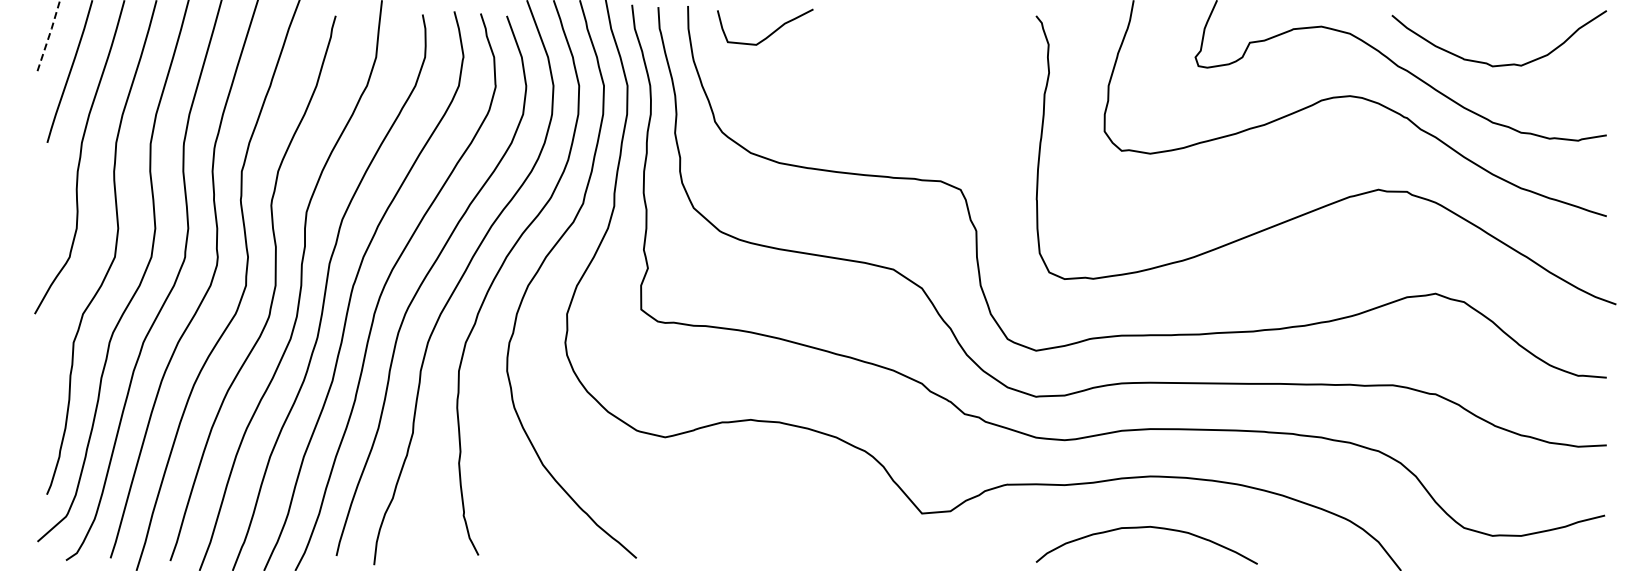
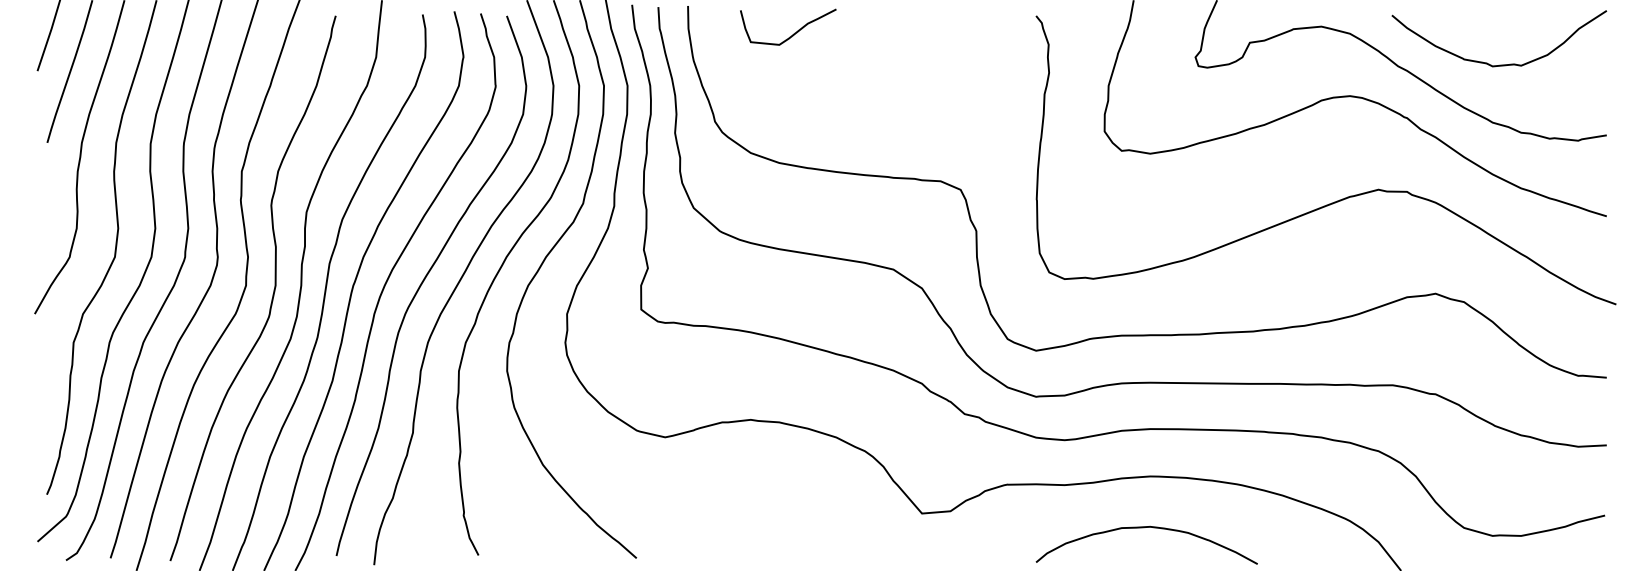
curve at (770, 33) position: (770, 33) -> (793, 33)
line at (49, 35): dashed -> solid
